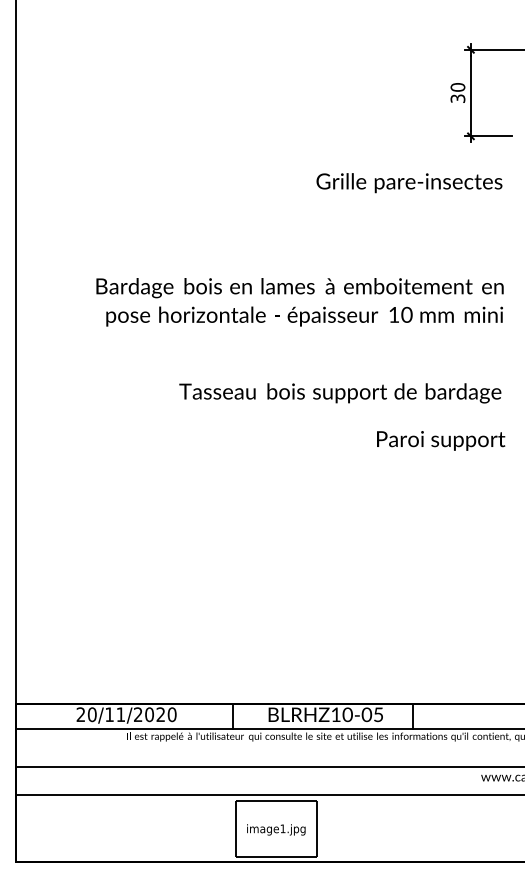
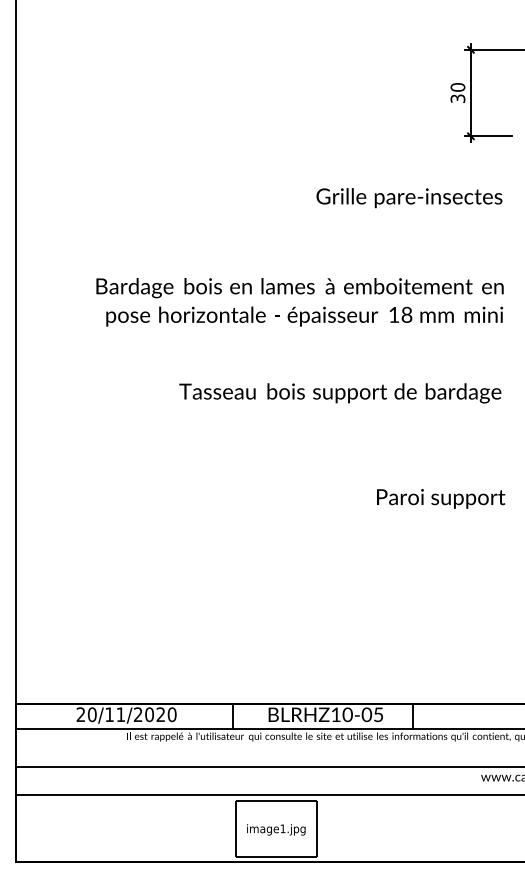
text at (409, 183) position: (409, 183) -> (409, 198)
text at (406, 315): 10 -> 18
text at (441, 440) position: (441, 440) -> (441, 498)
